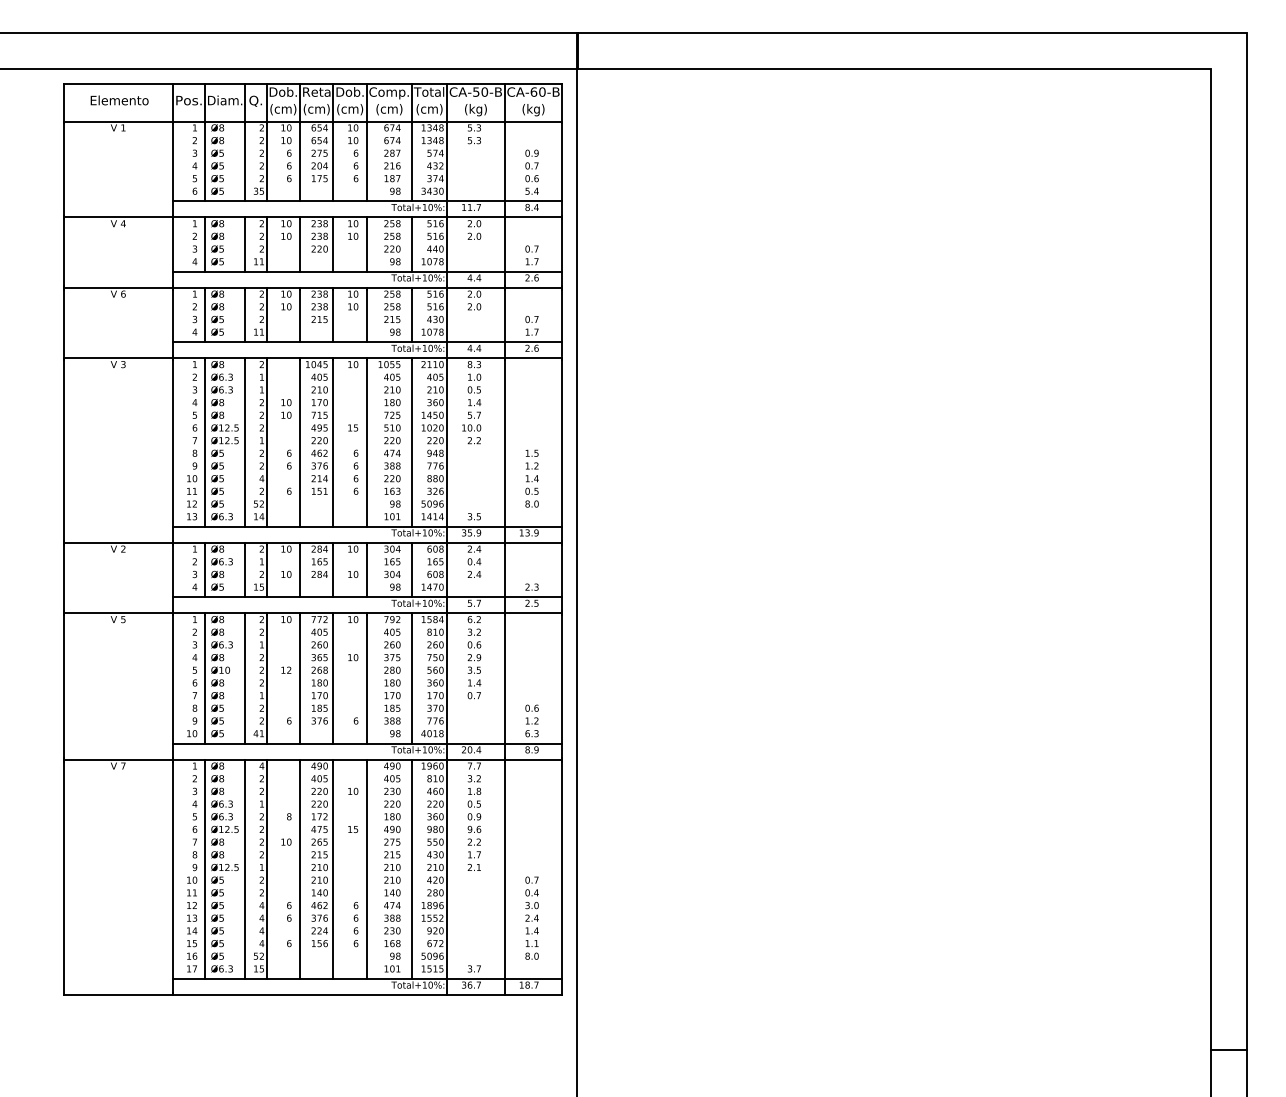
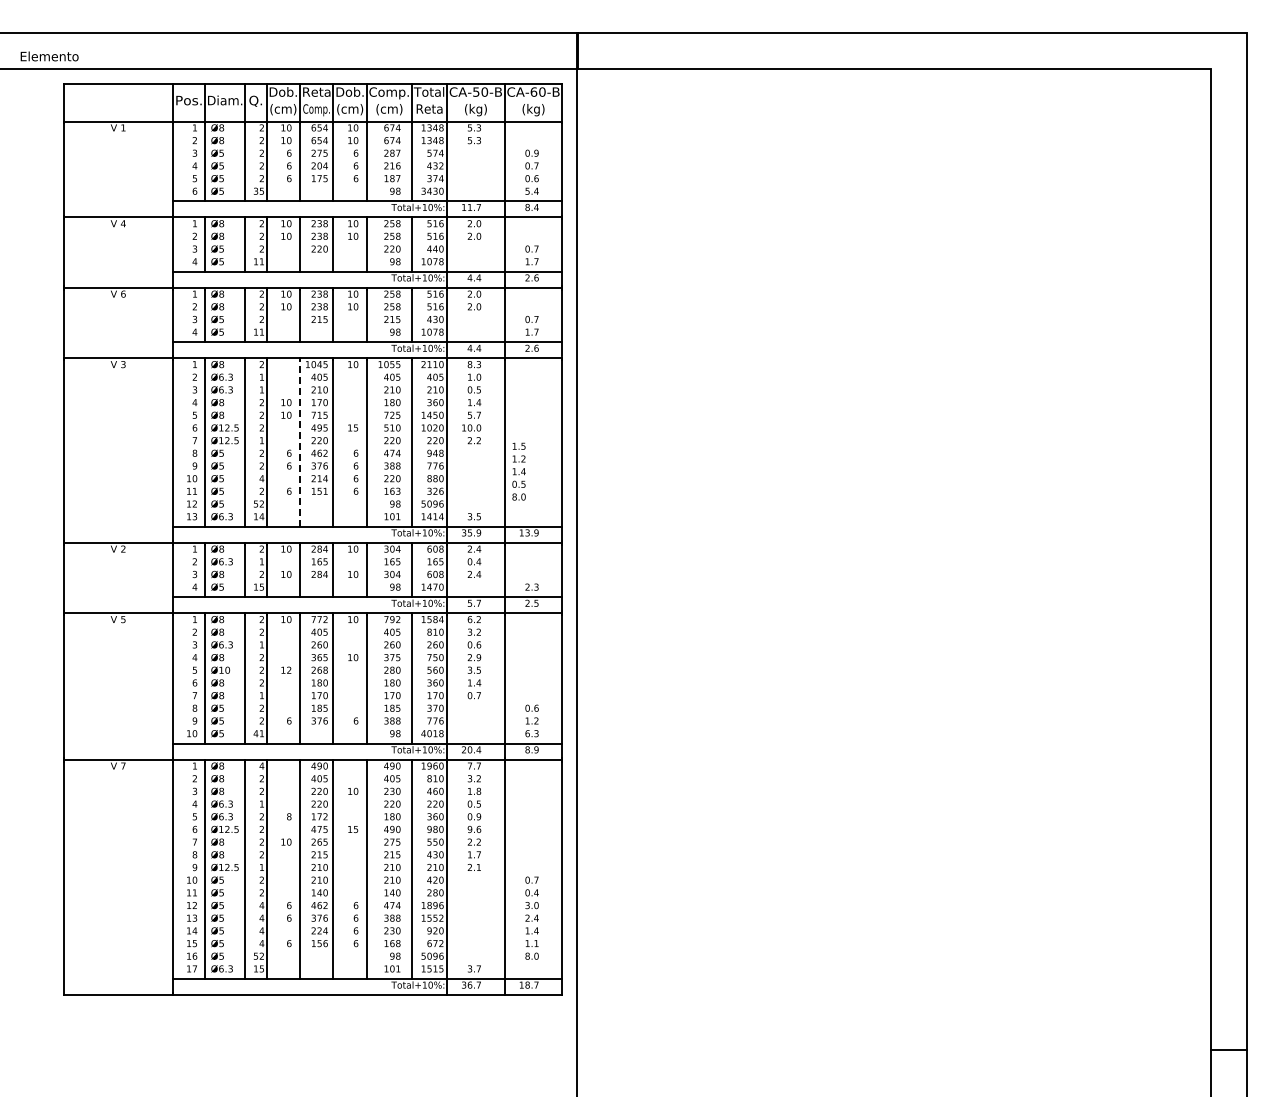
text at (119, 100) position: (119, 100) -> (49, 56)
text at (429, 109): (cm) -> Reta
text at (316, 110): (cm) -> Comp.
line at (300, 442): solid -> dashed
text at (531, 478) position: (531, 478) -> (518, 471)
